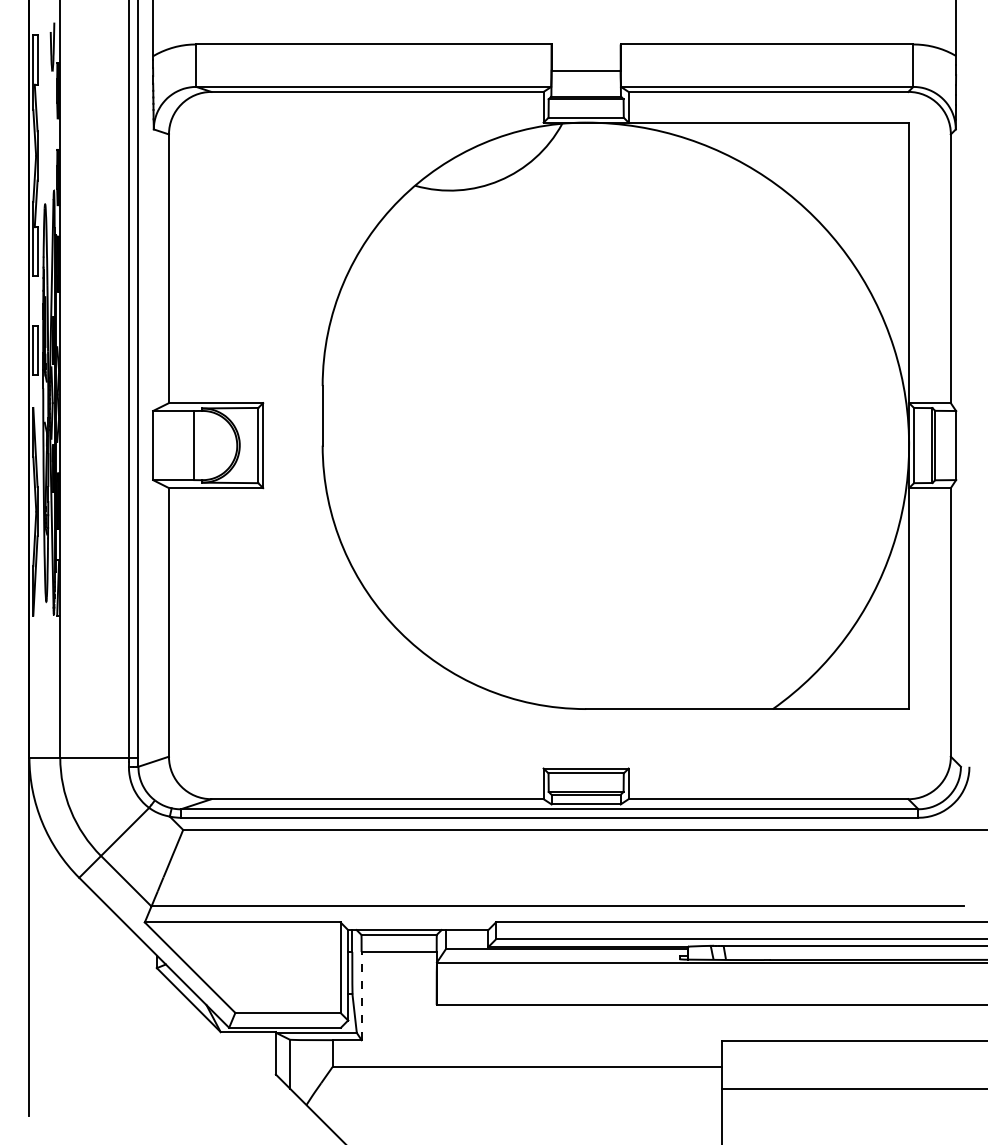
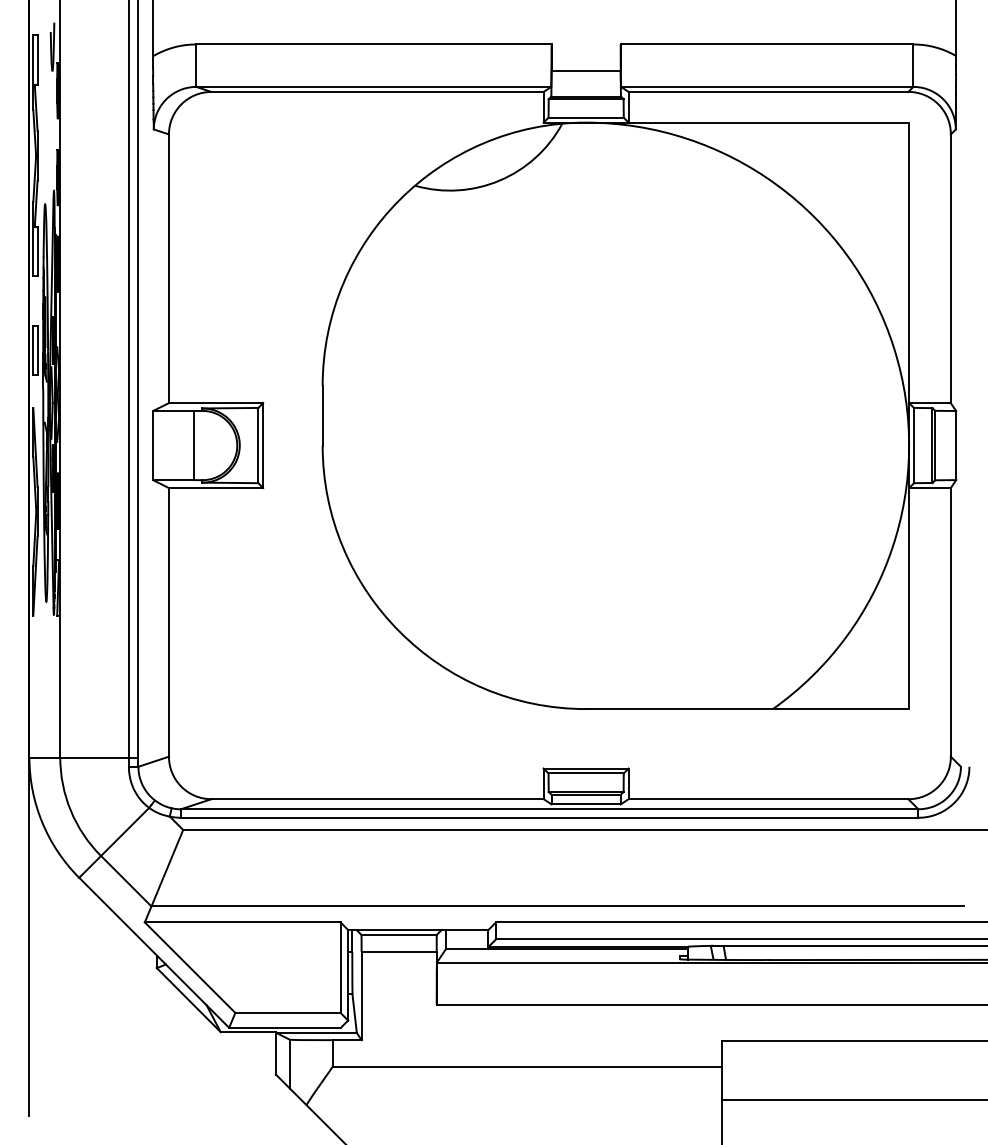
line at (361, 995): dashed -> solid
line at (853, 1089) position: (853, 1089) -> (853, 1100)
